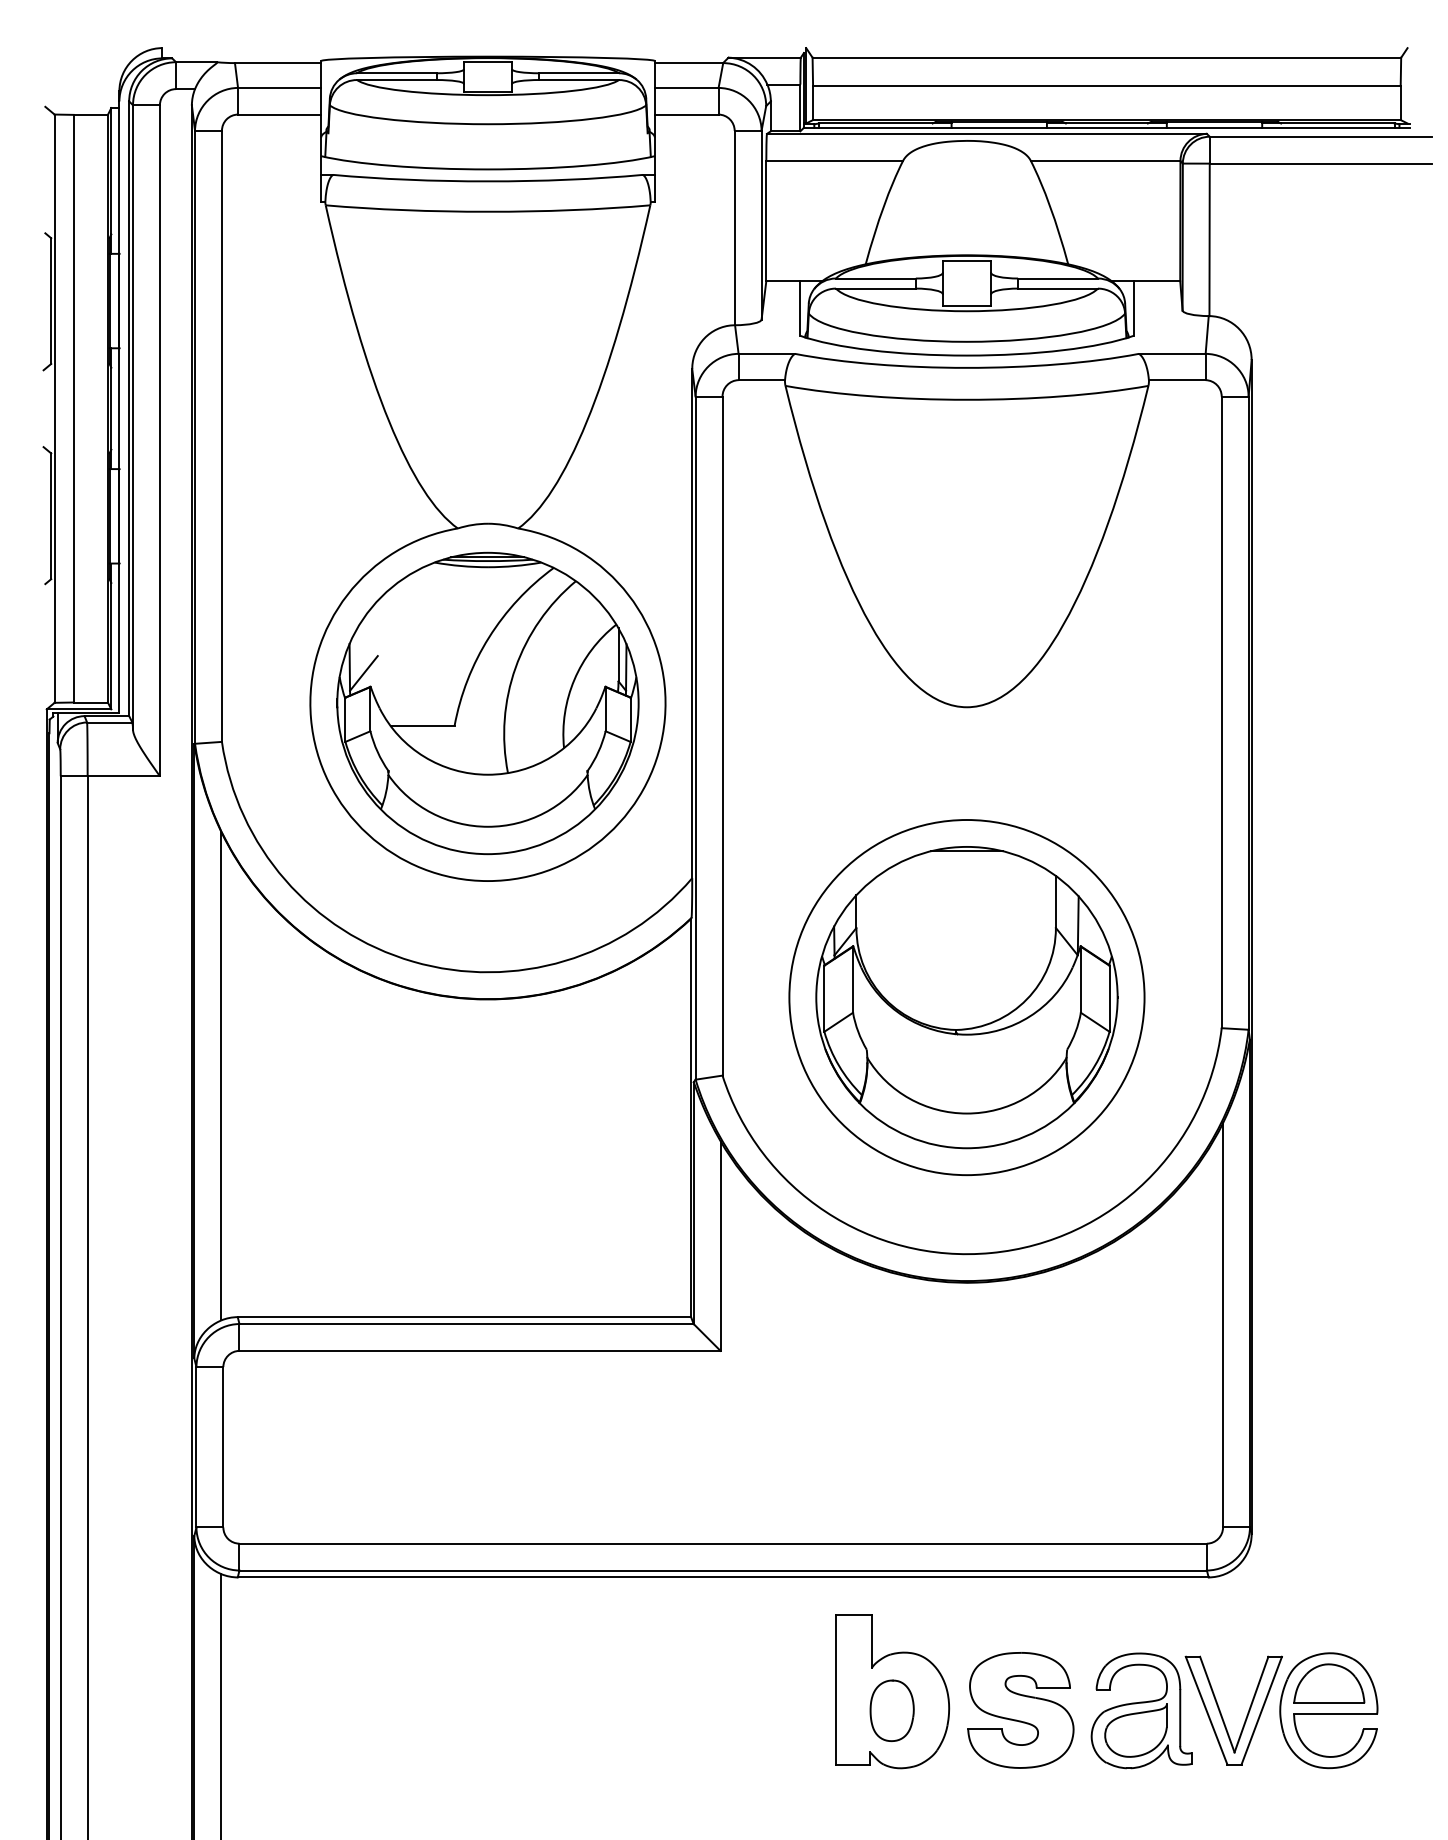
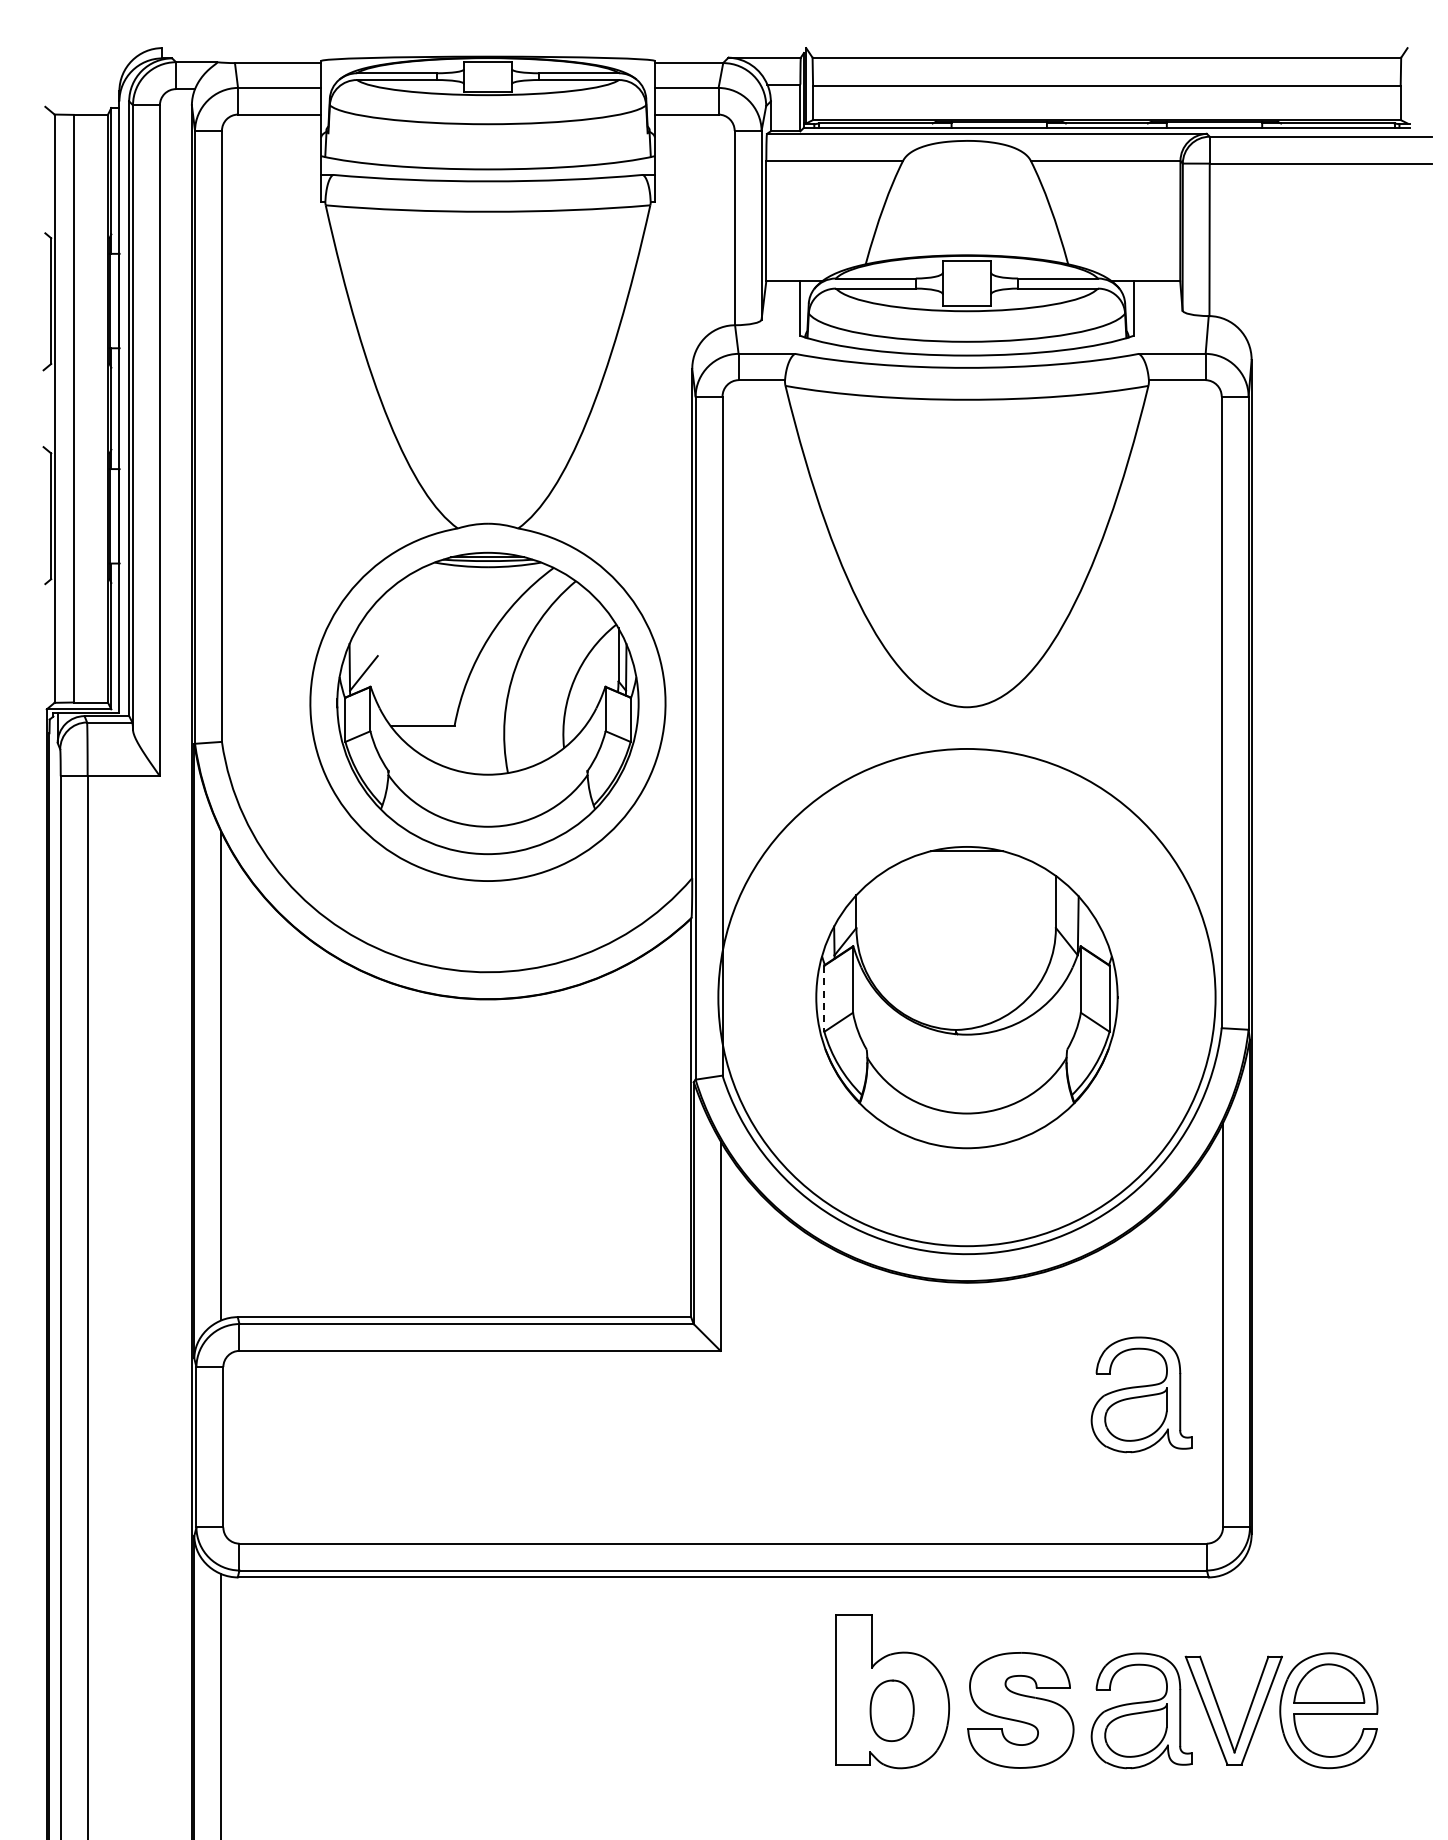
circle at (966, 997) diameter: 355 px -> 497 px
line at (824, 999): solid -> dashed
part at (1141, 1394): none -> present
